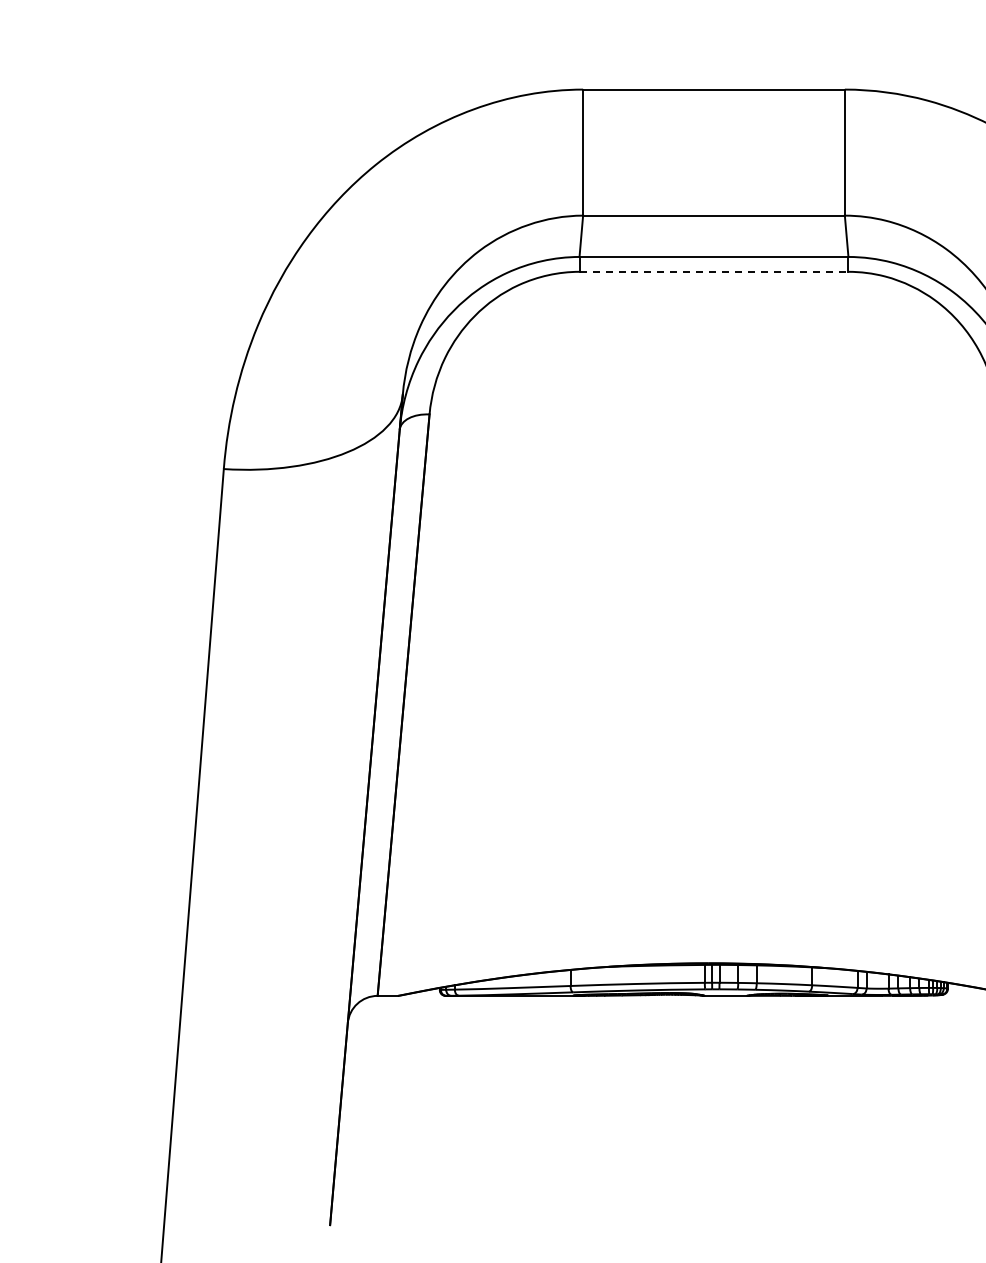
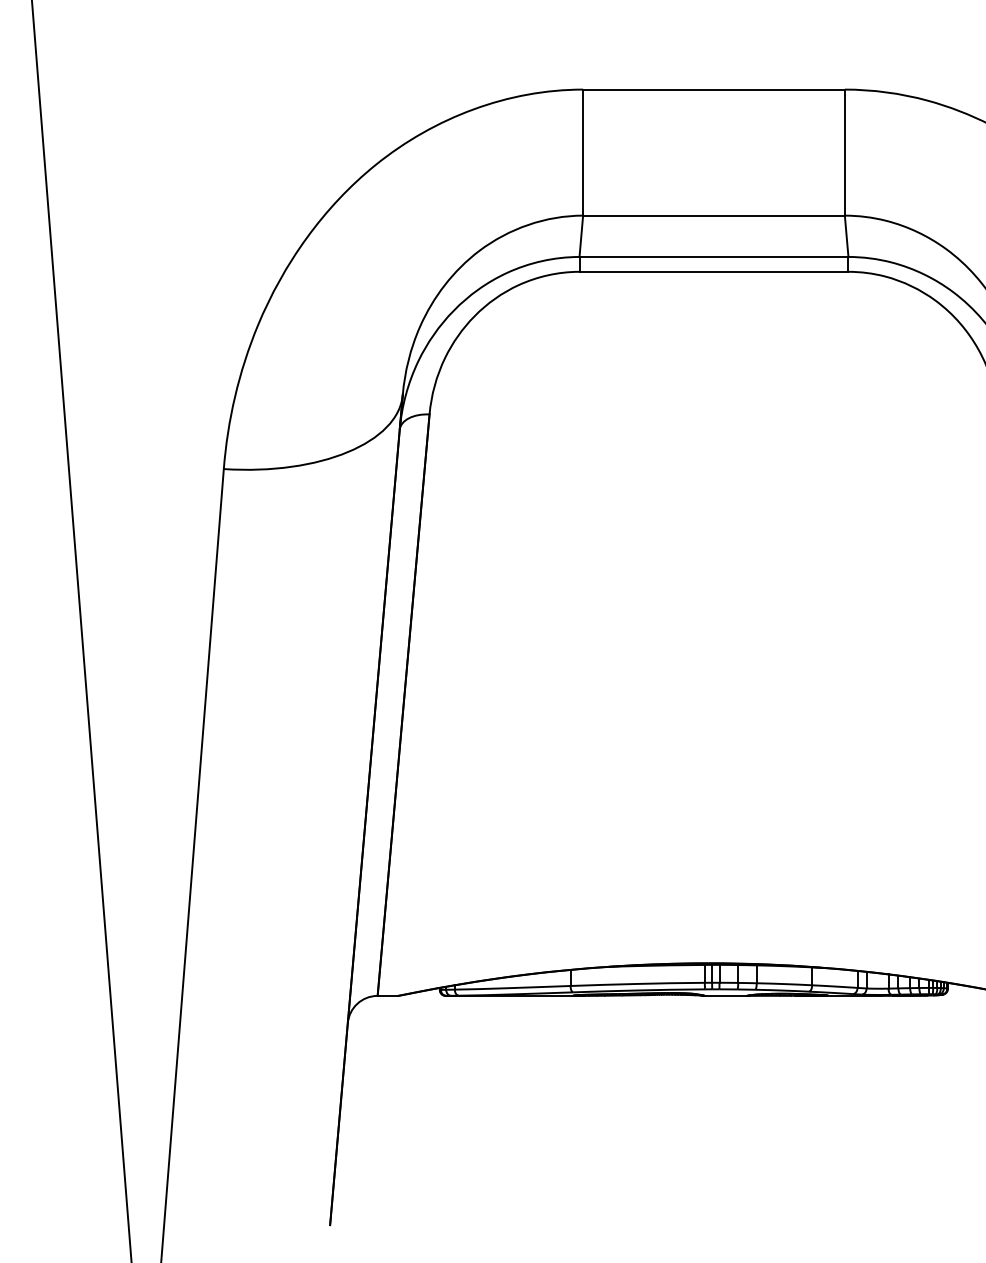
line at (714, 271): dashed -> solid
line at (81, 630): none -> present
